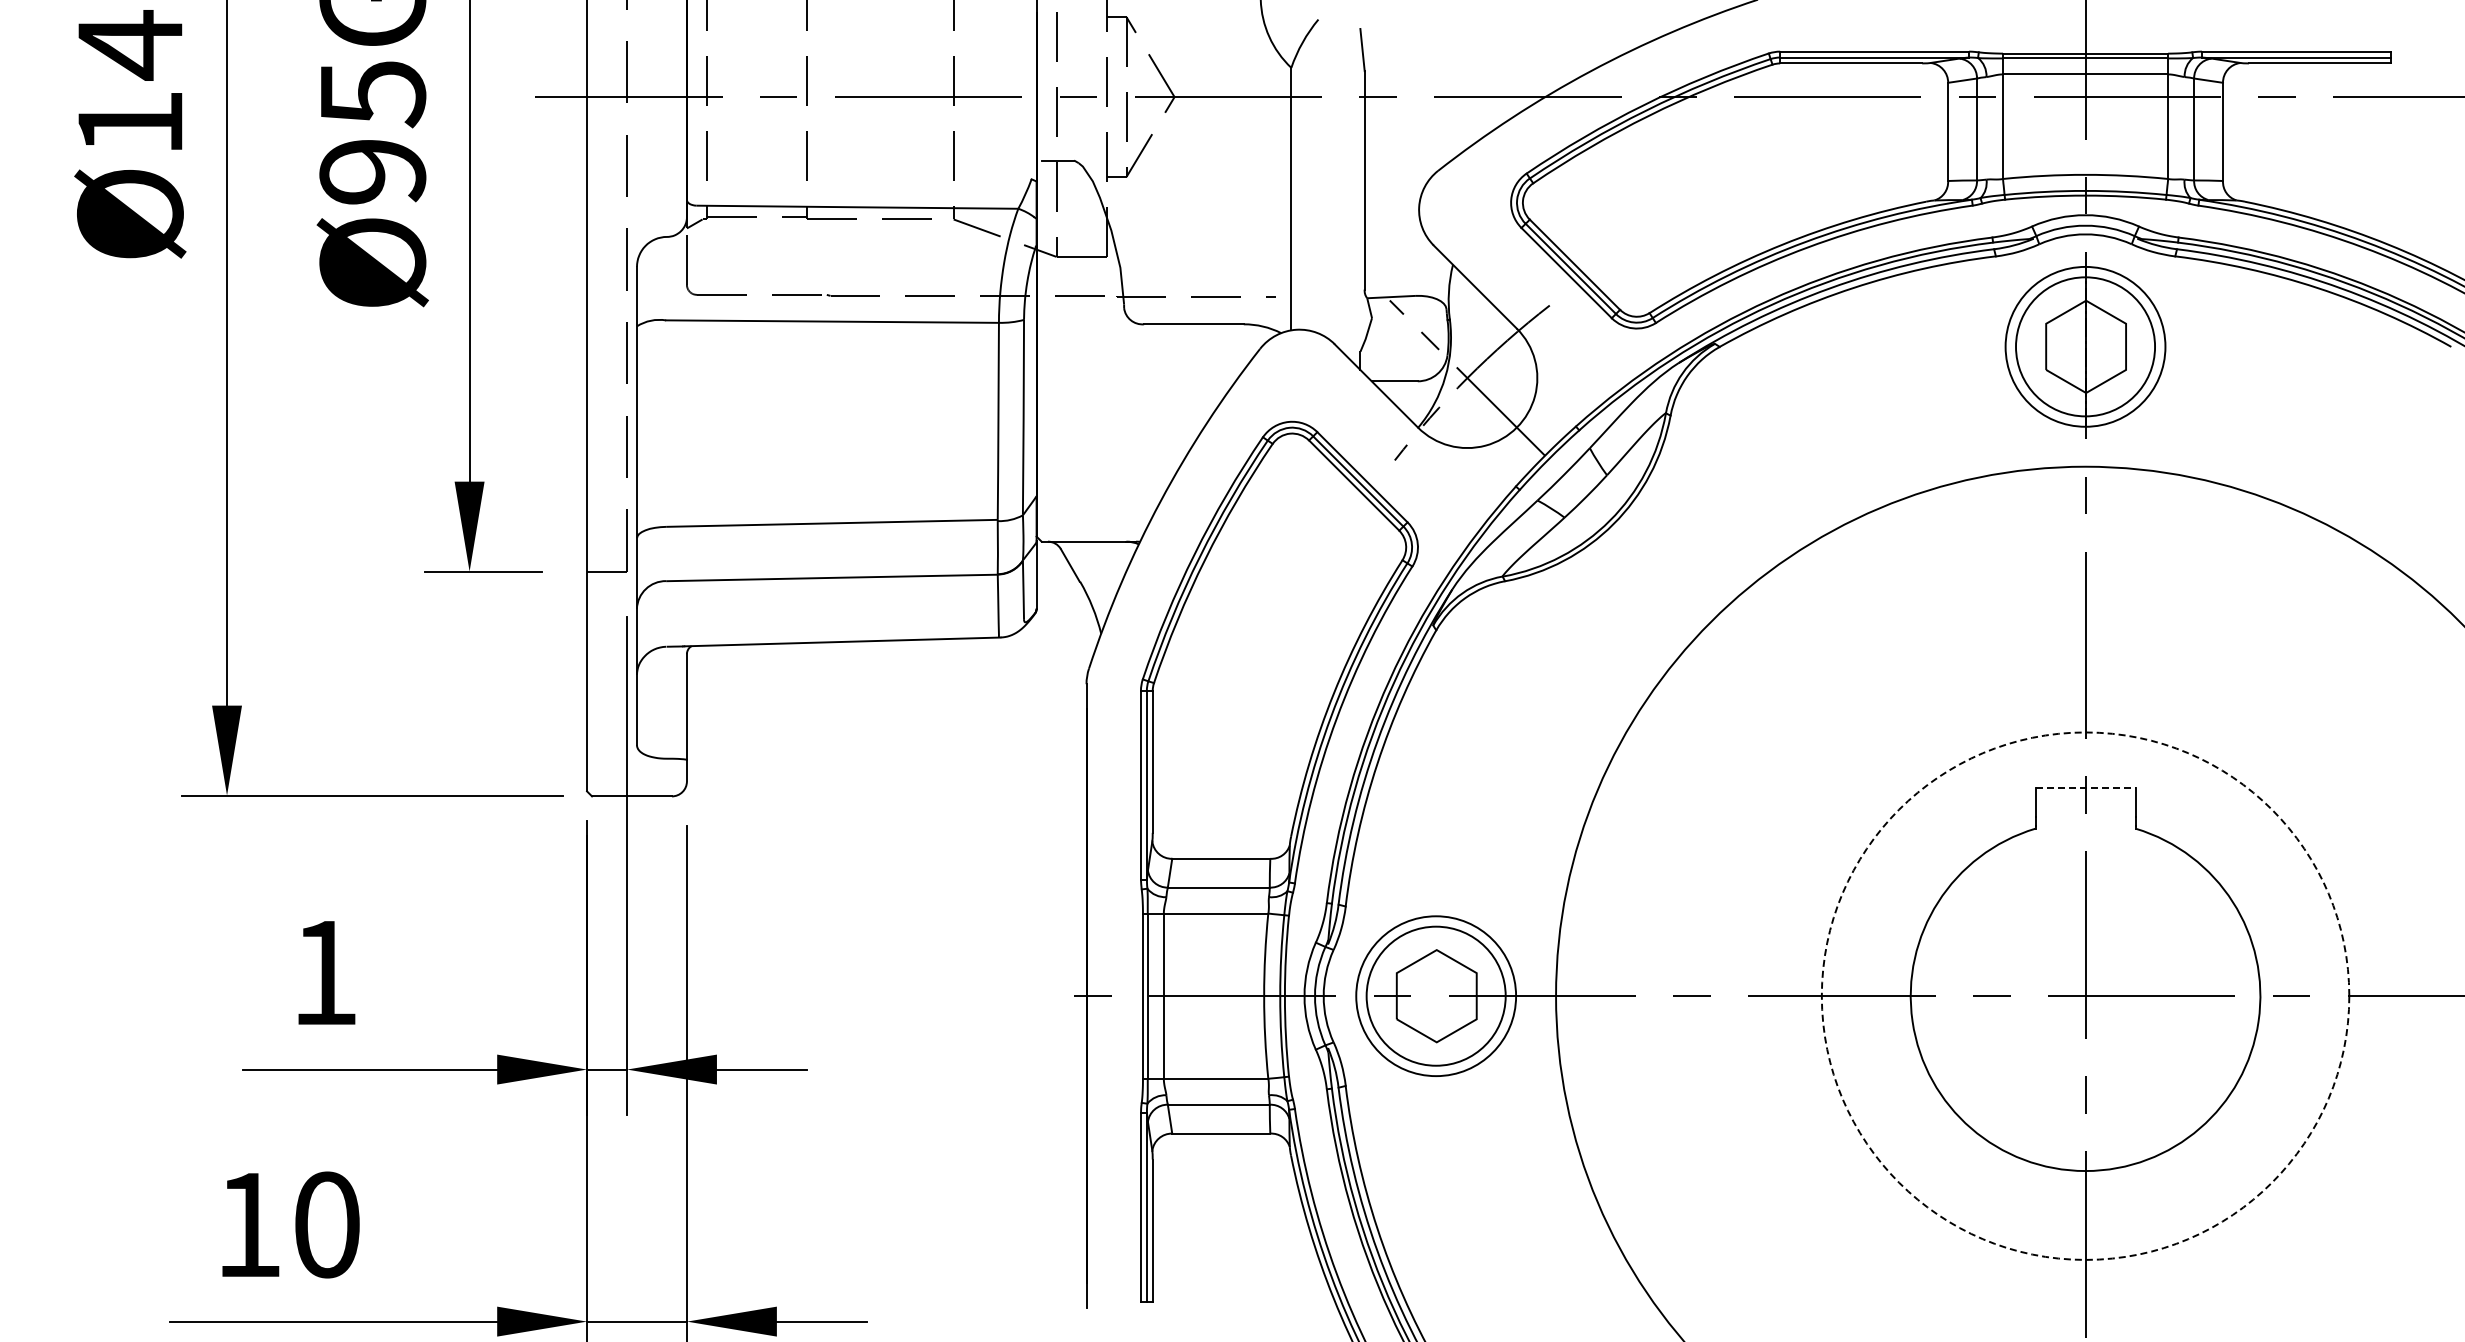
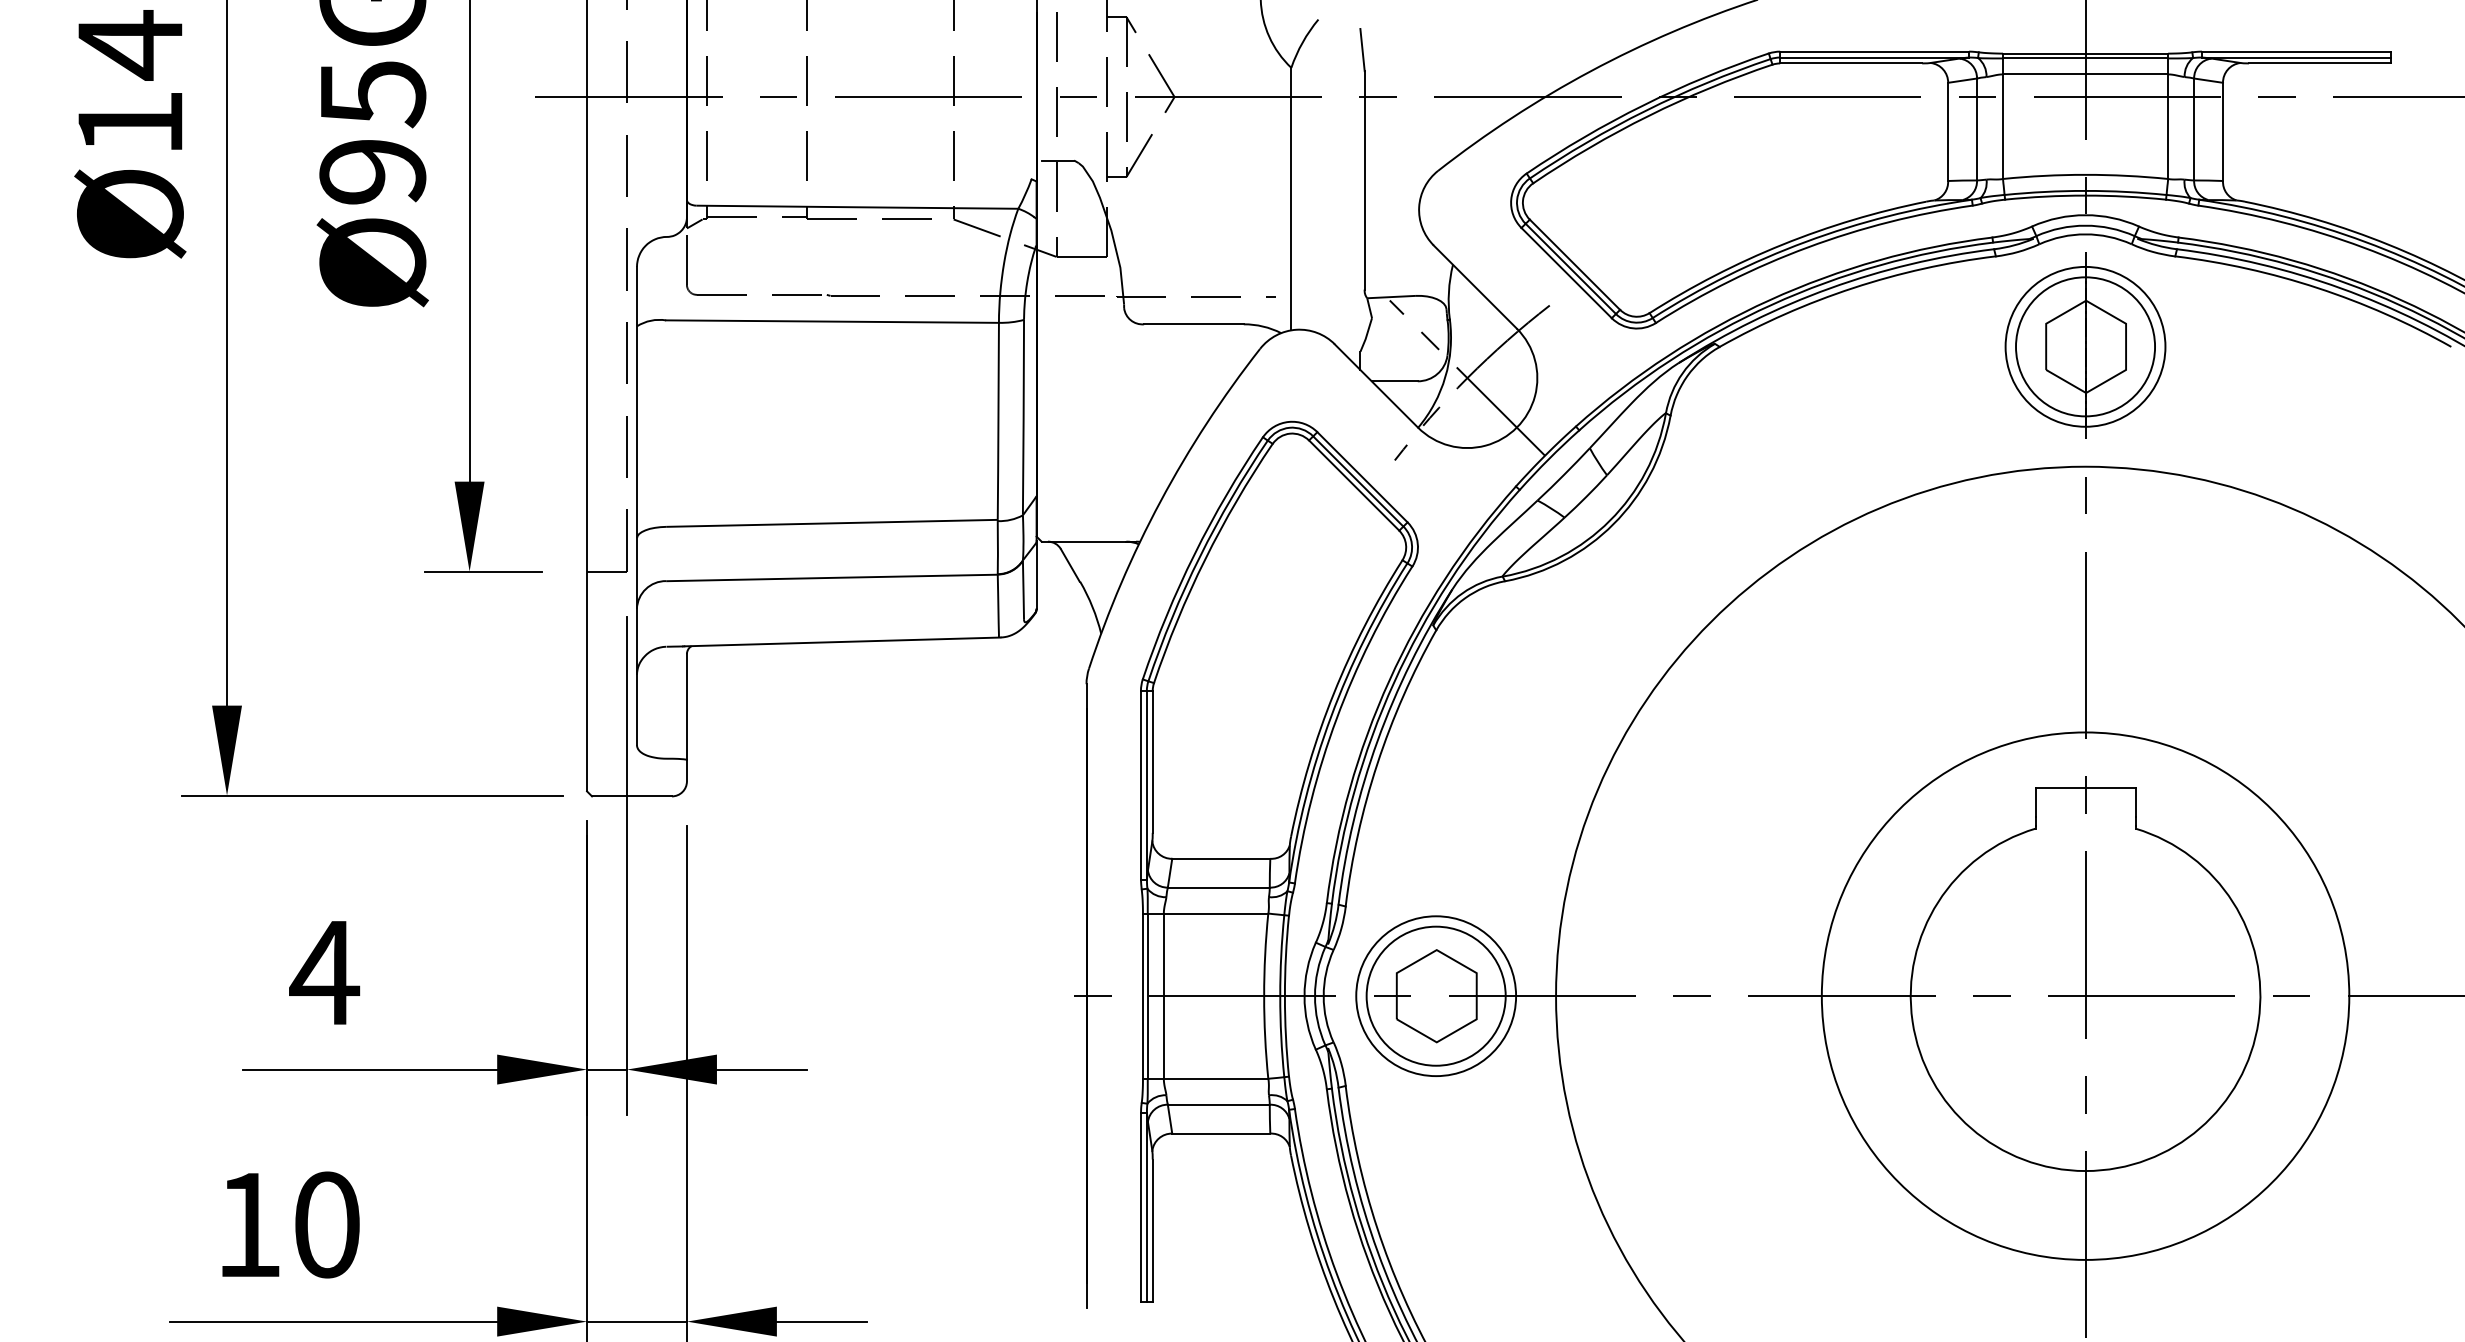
line at (2085, 788): dashed -> solid
text at (324, 972): 1 -> 4
circle at (2085, 995): dashed -> solid
